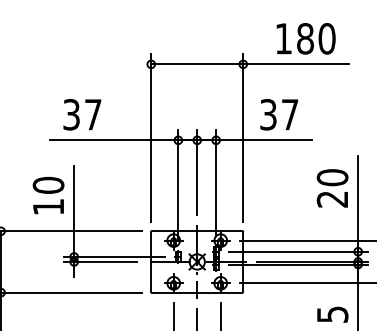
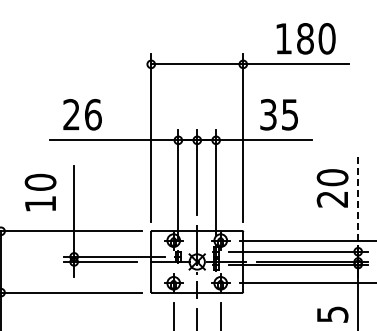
text at (82, 114): 37 -> 26
text at (290, 114): 37 -> 35
text at (48, 195) position: (48, 195) -> (40, 192)
line at (358, 203): solid -> dashed
